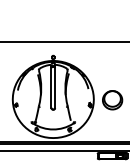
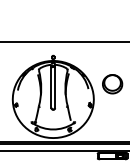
part at (112, 100) position: (112, 100) -> (112, 84)
